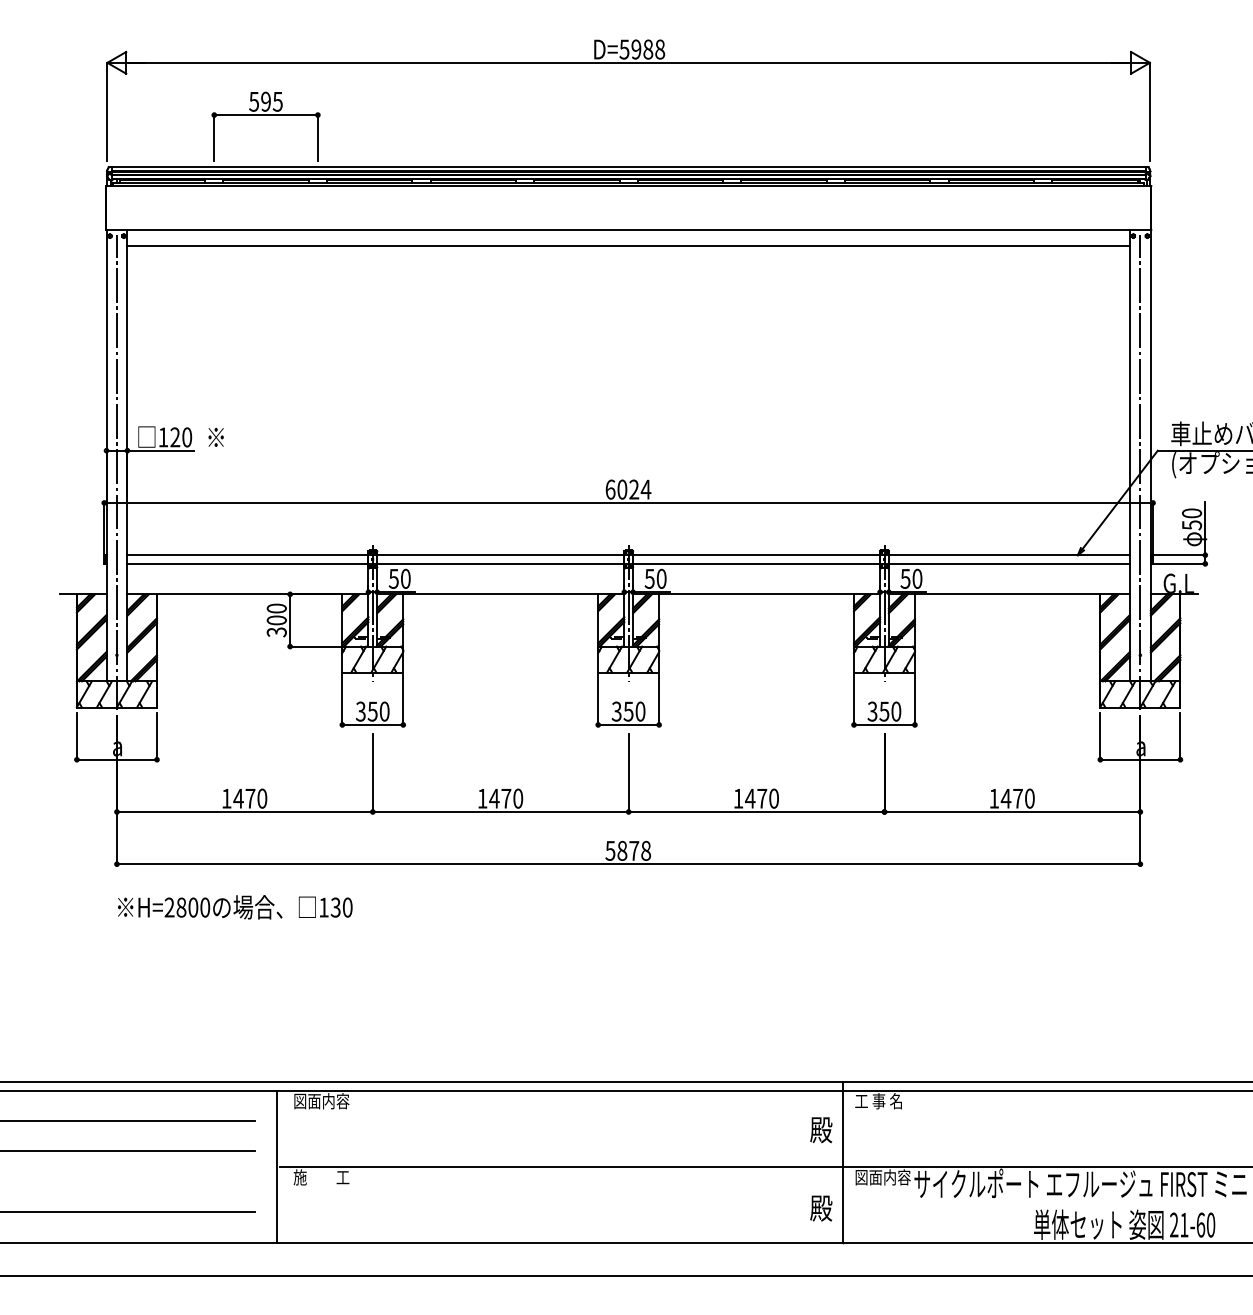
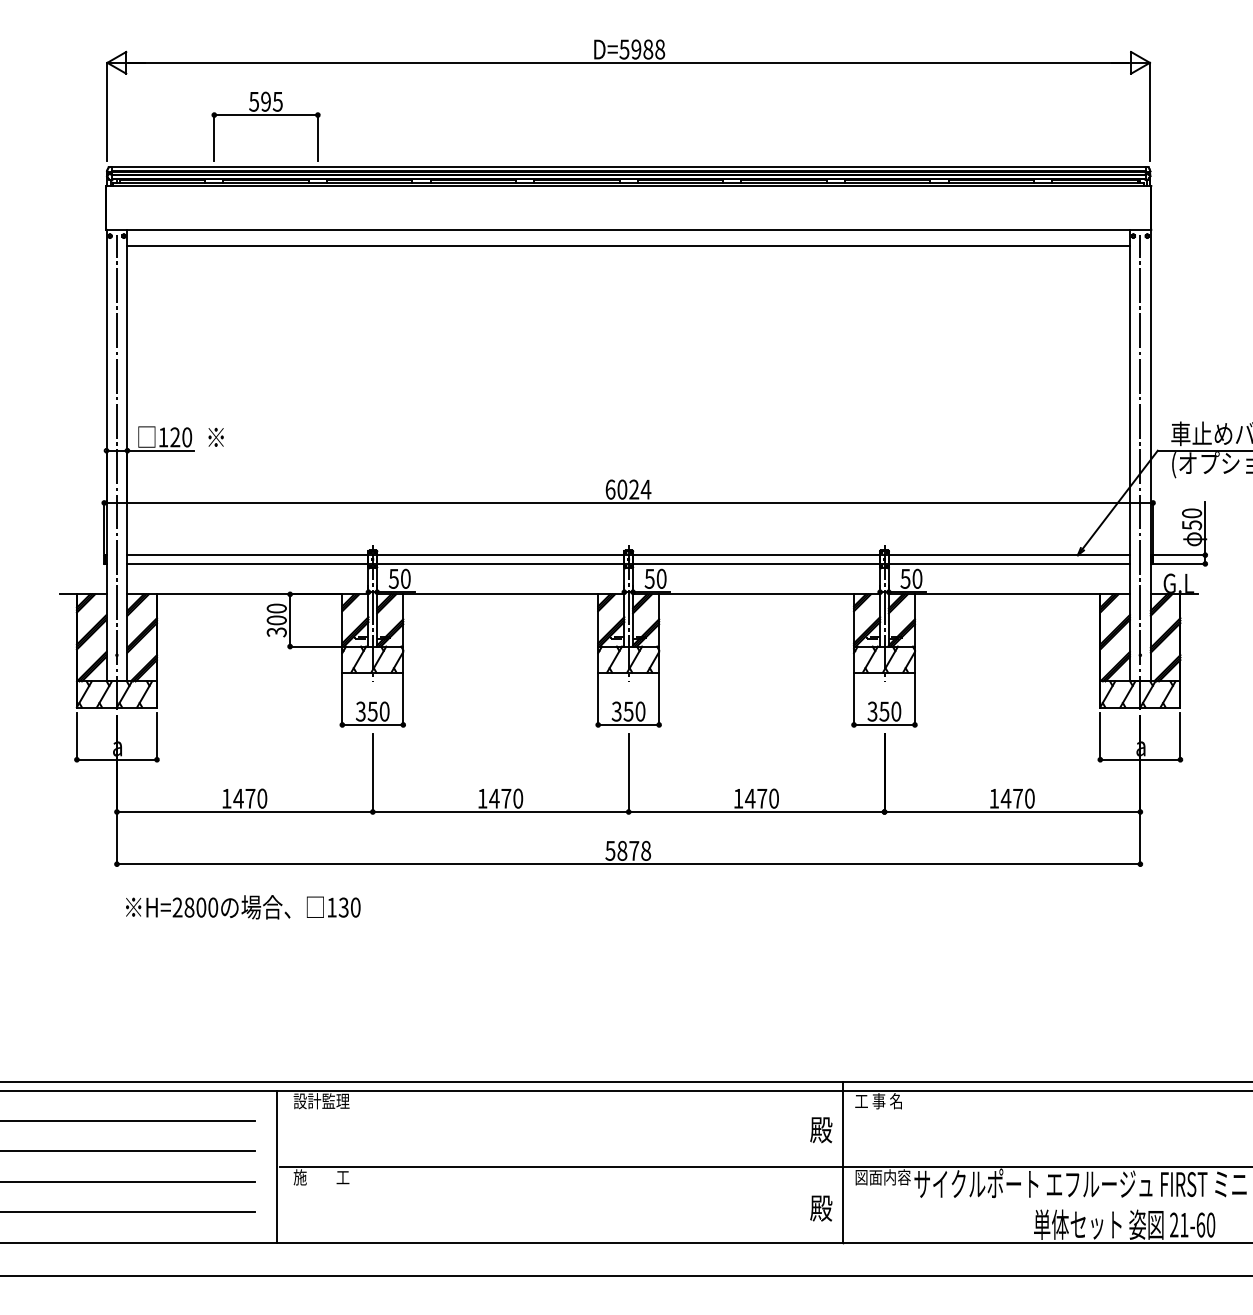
text at (235, 907) position: (235, 907) -> (243, 907)
text at (321, 1101): 図面内容 -> 設計監理
line at (128, 1181): none -> present
